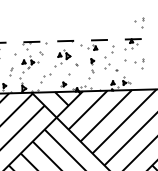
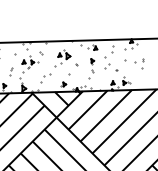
part at (139, 22): present -> none
line at (78, 40): dashed -> solid
